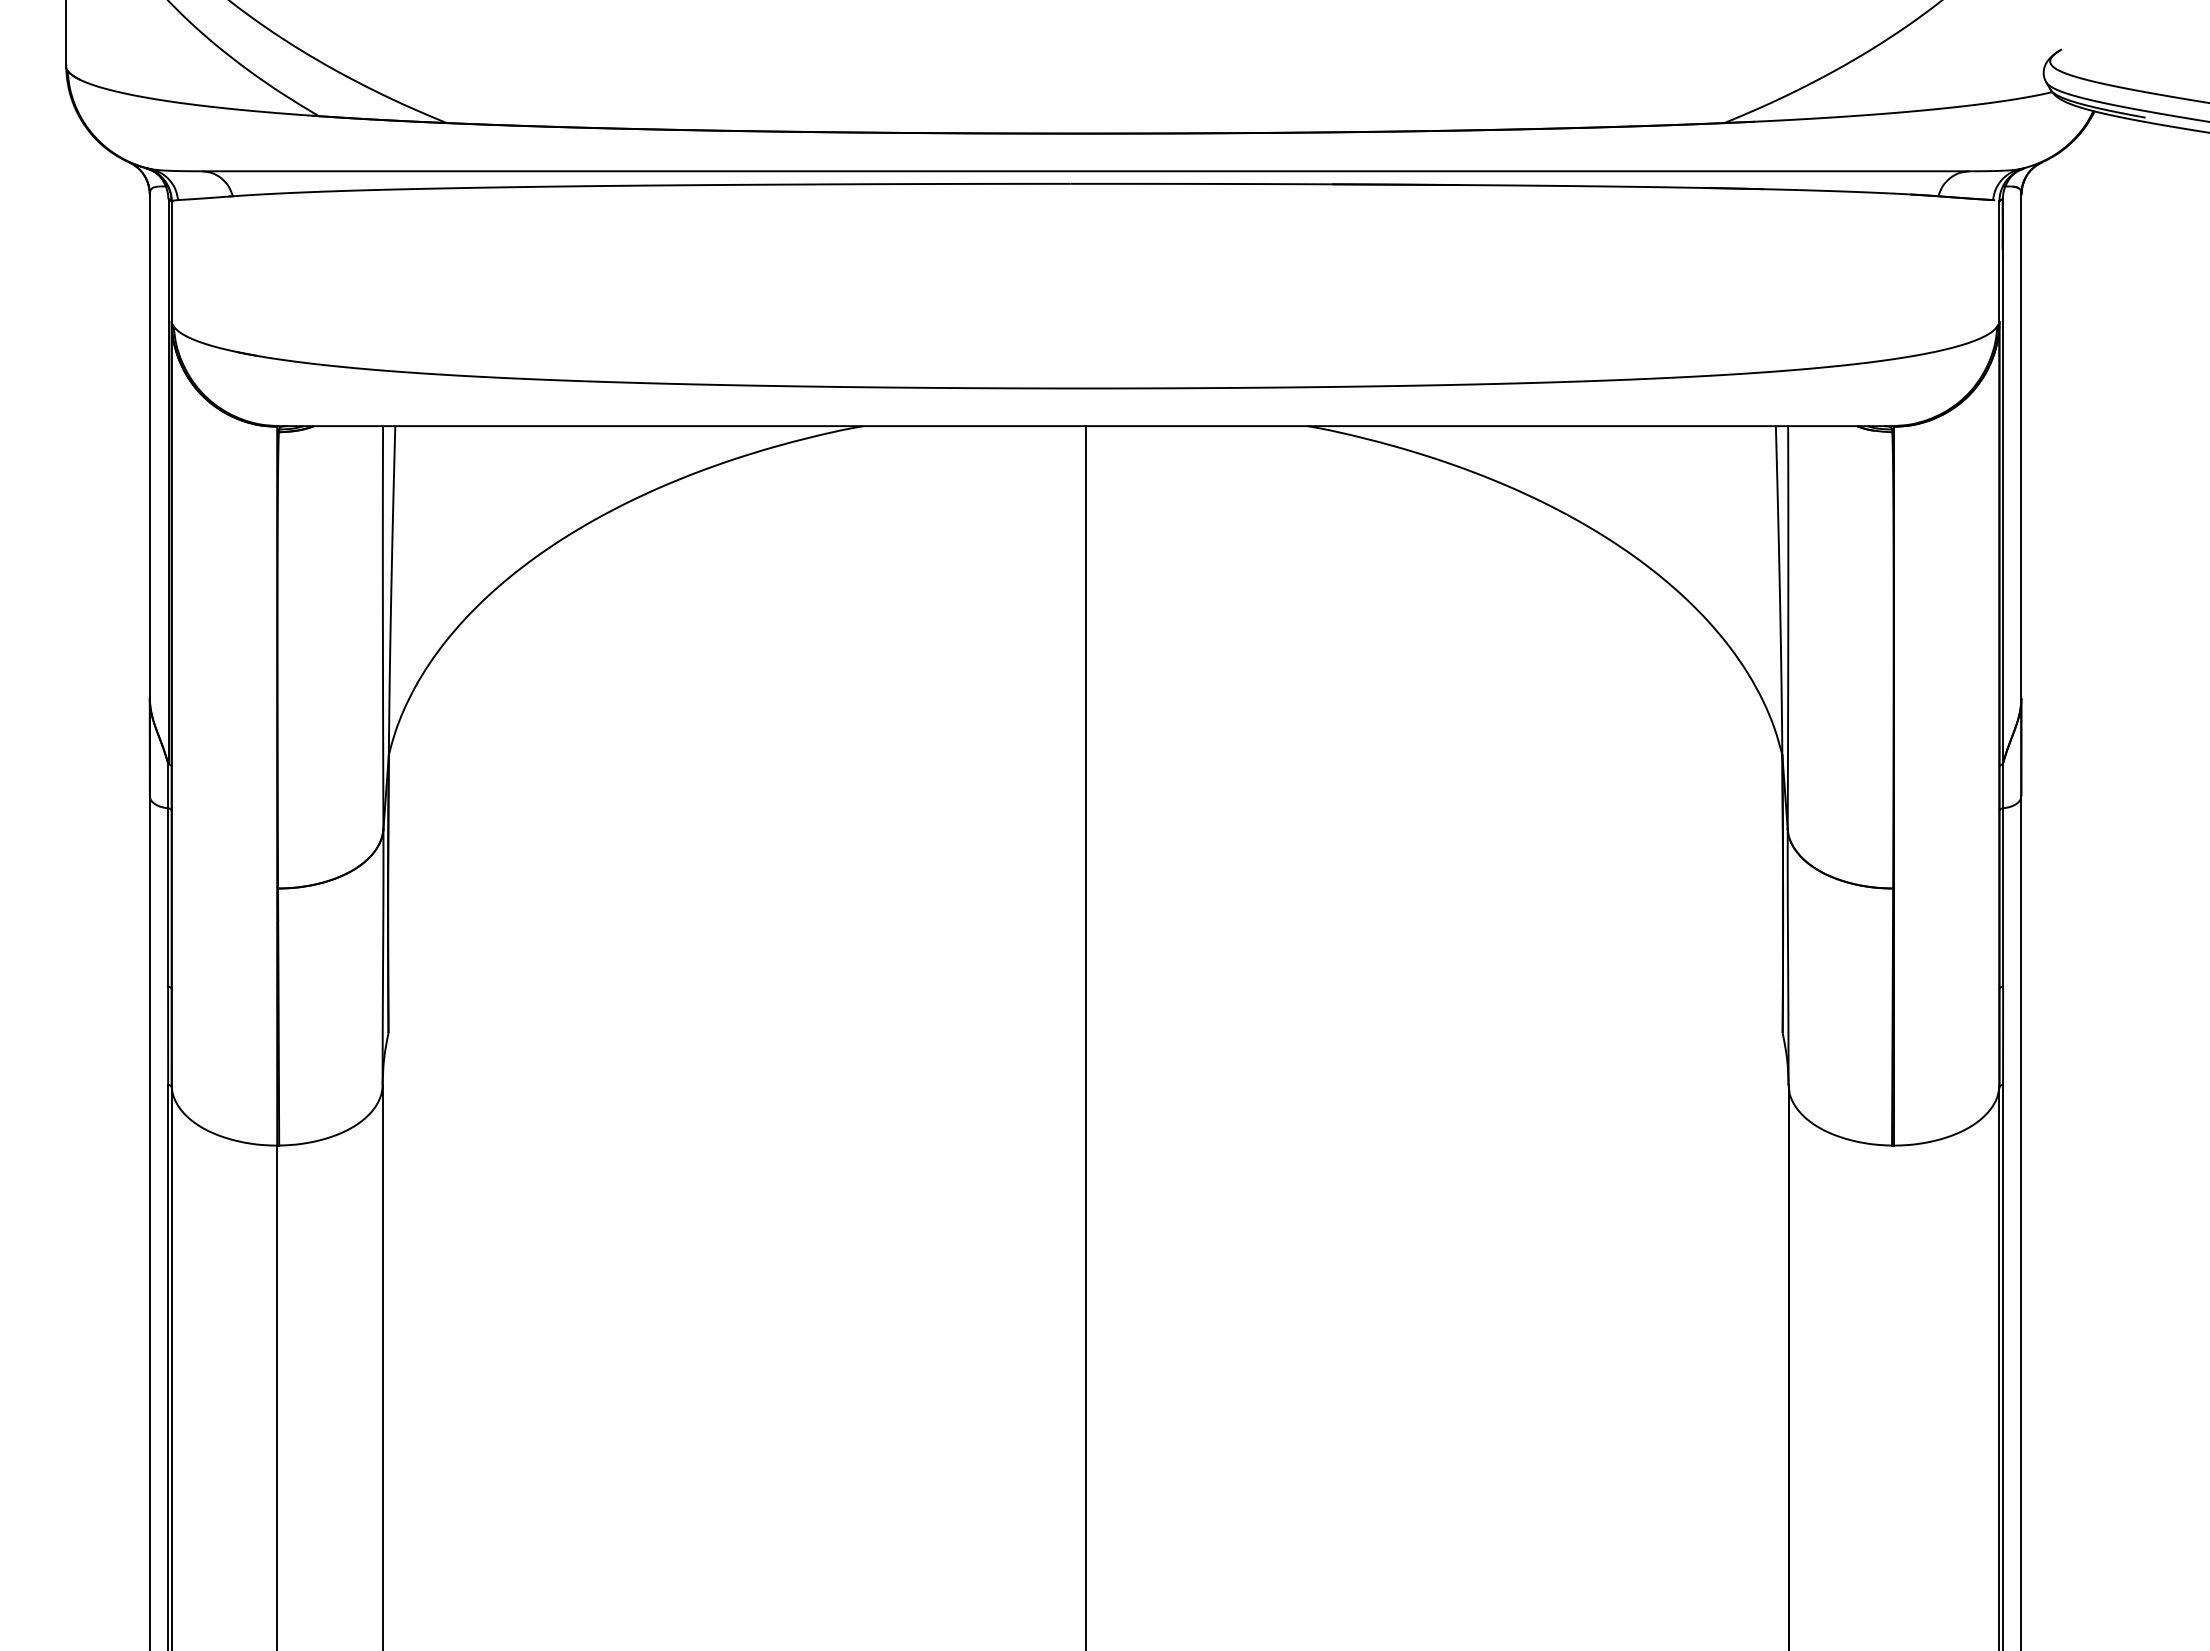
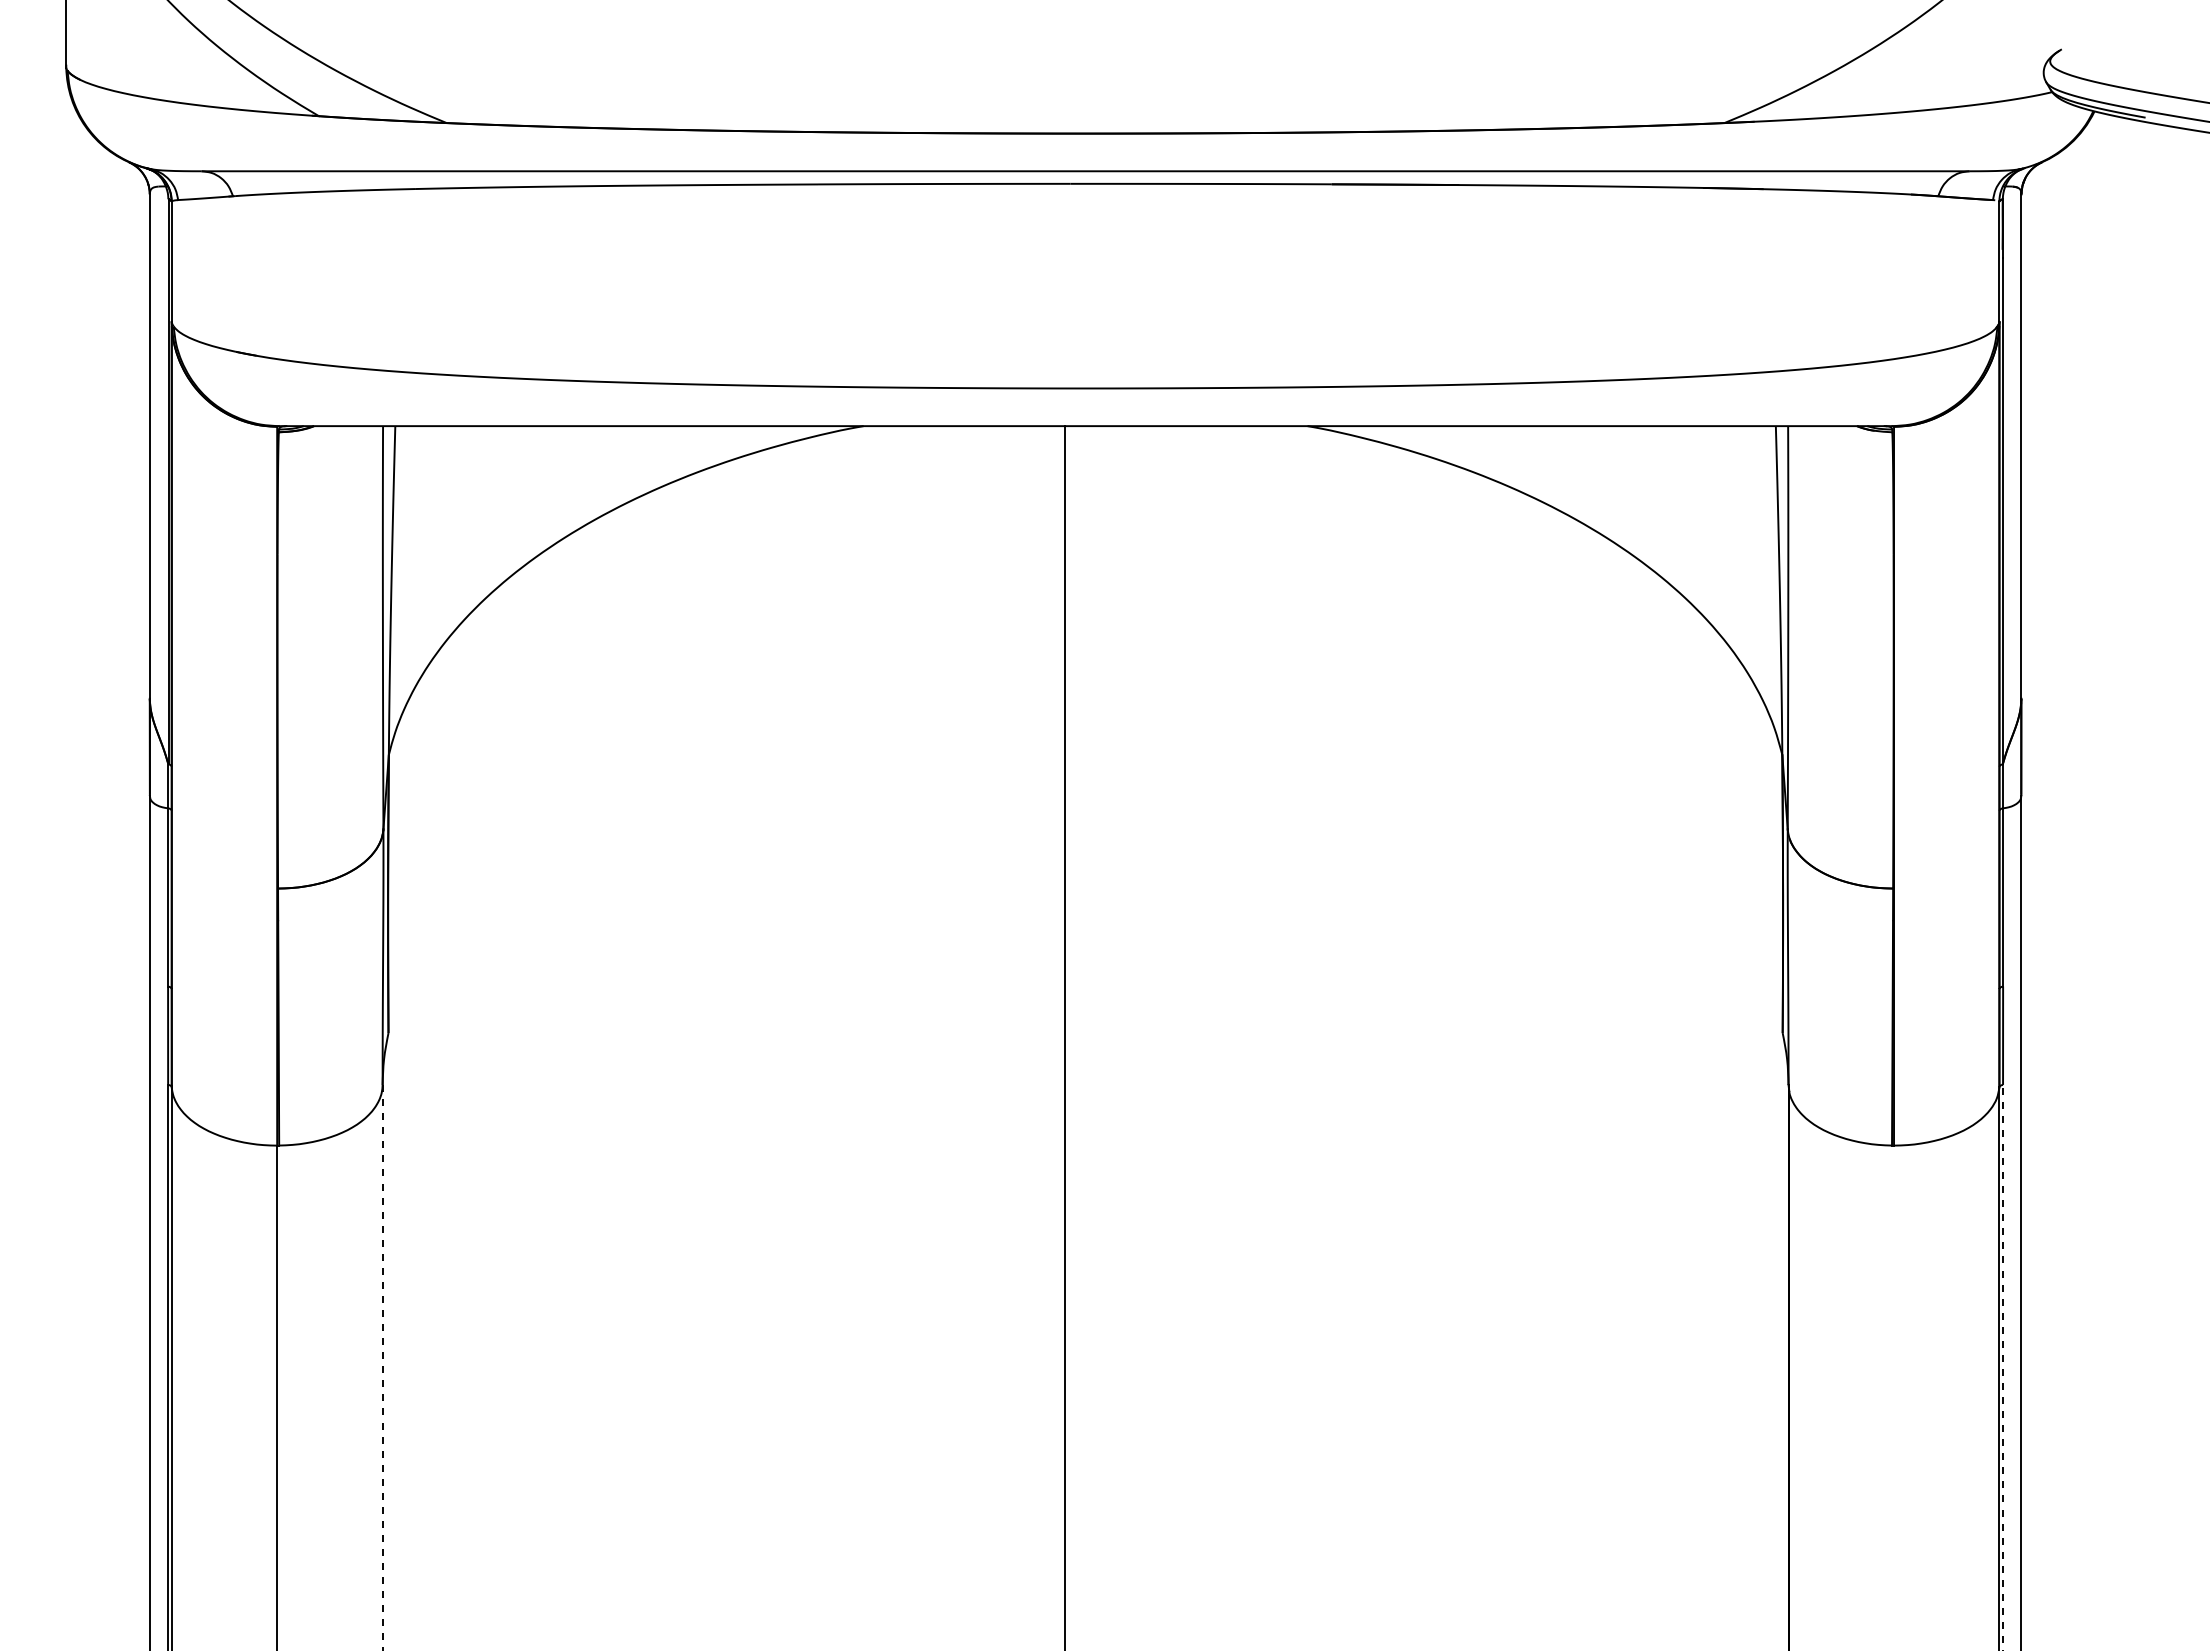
line at (1085, 1036) position: (1085, 1036) -> (1064, 1036)
line at (2003, 1367): solid -> dashed
line at (382, 1368): solid -> dashed
